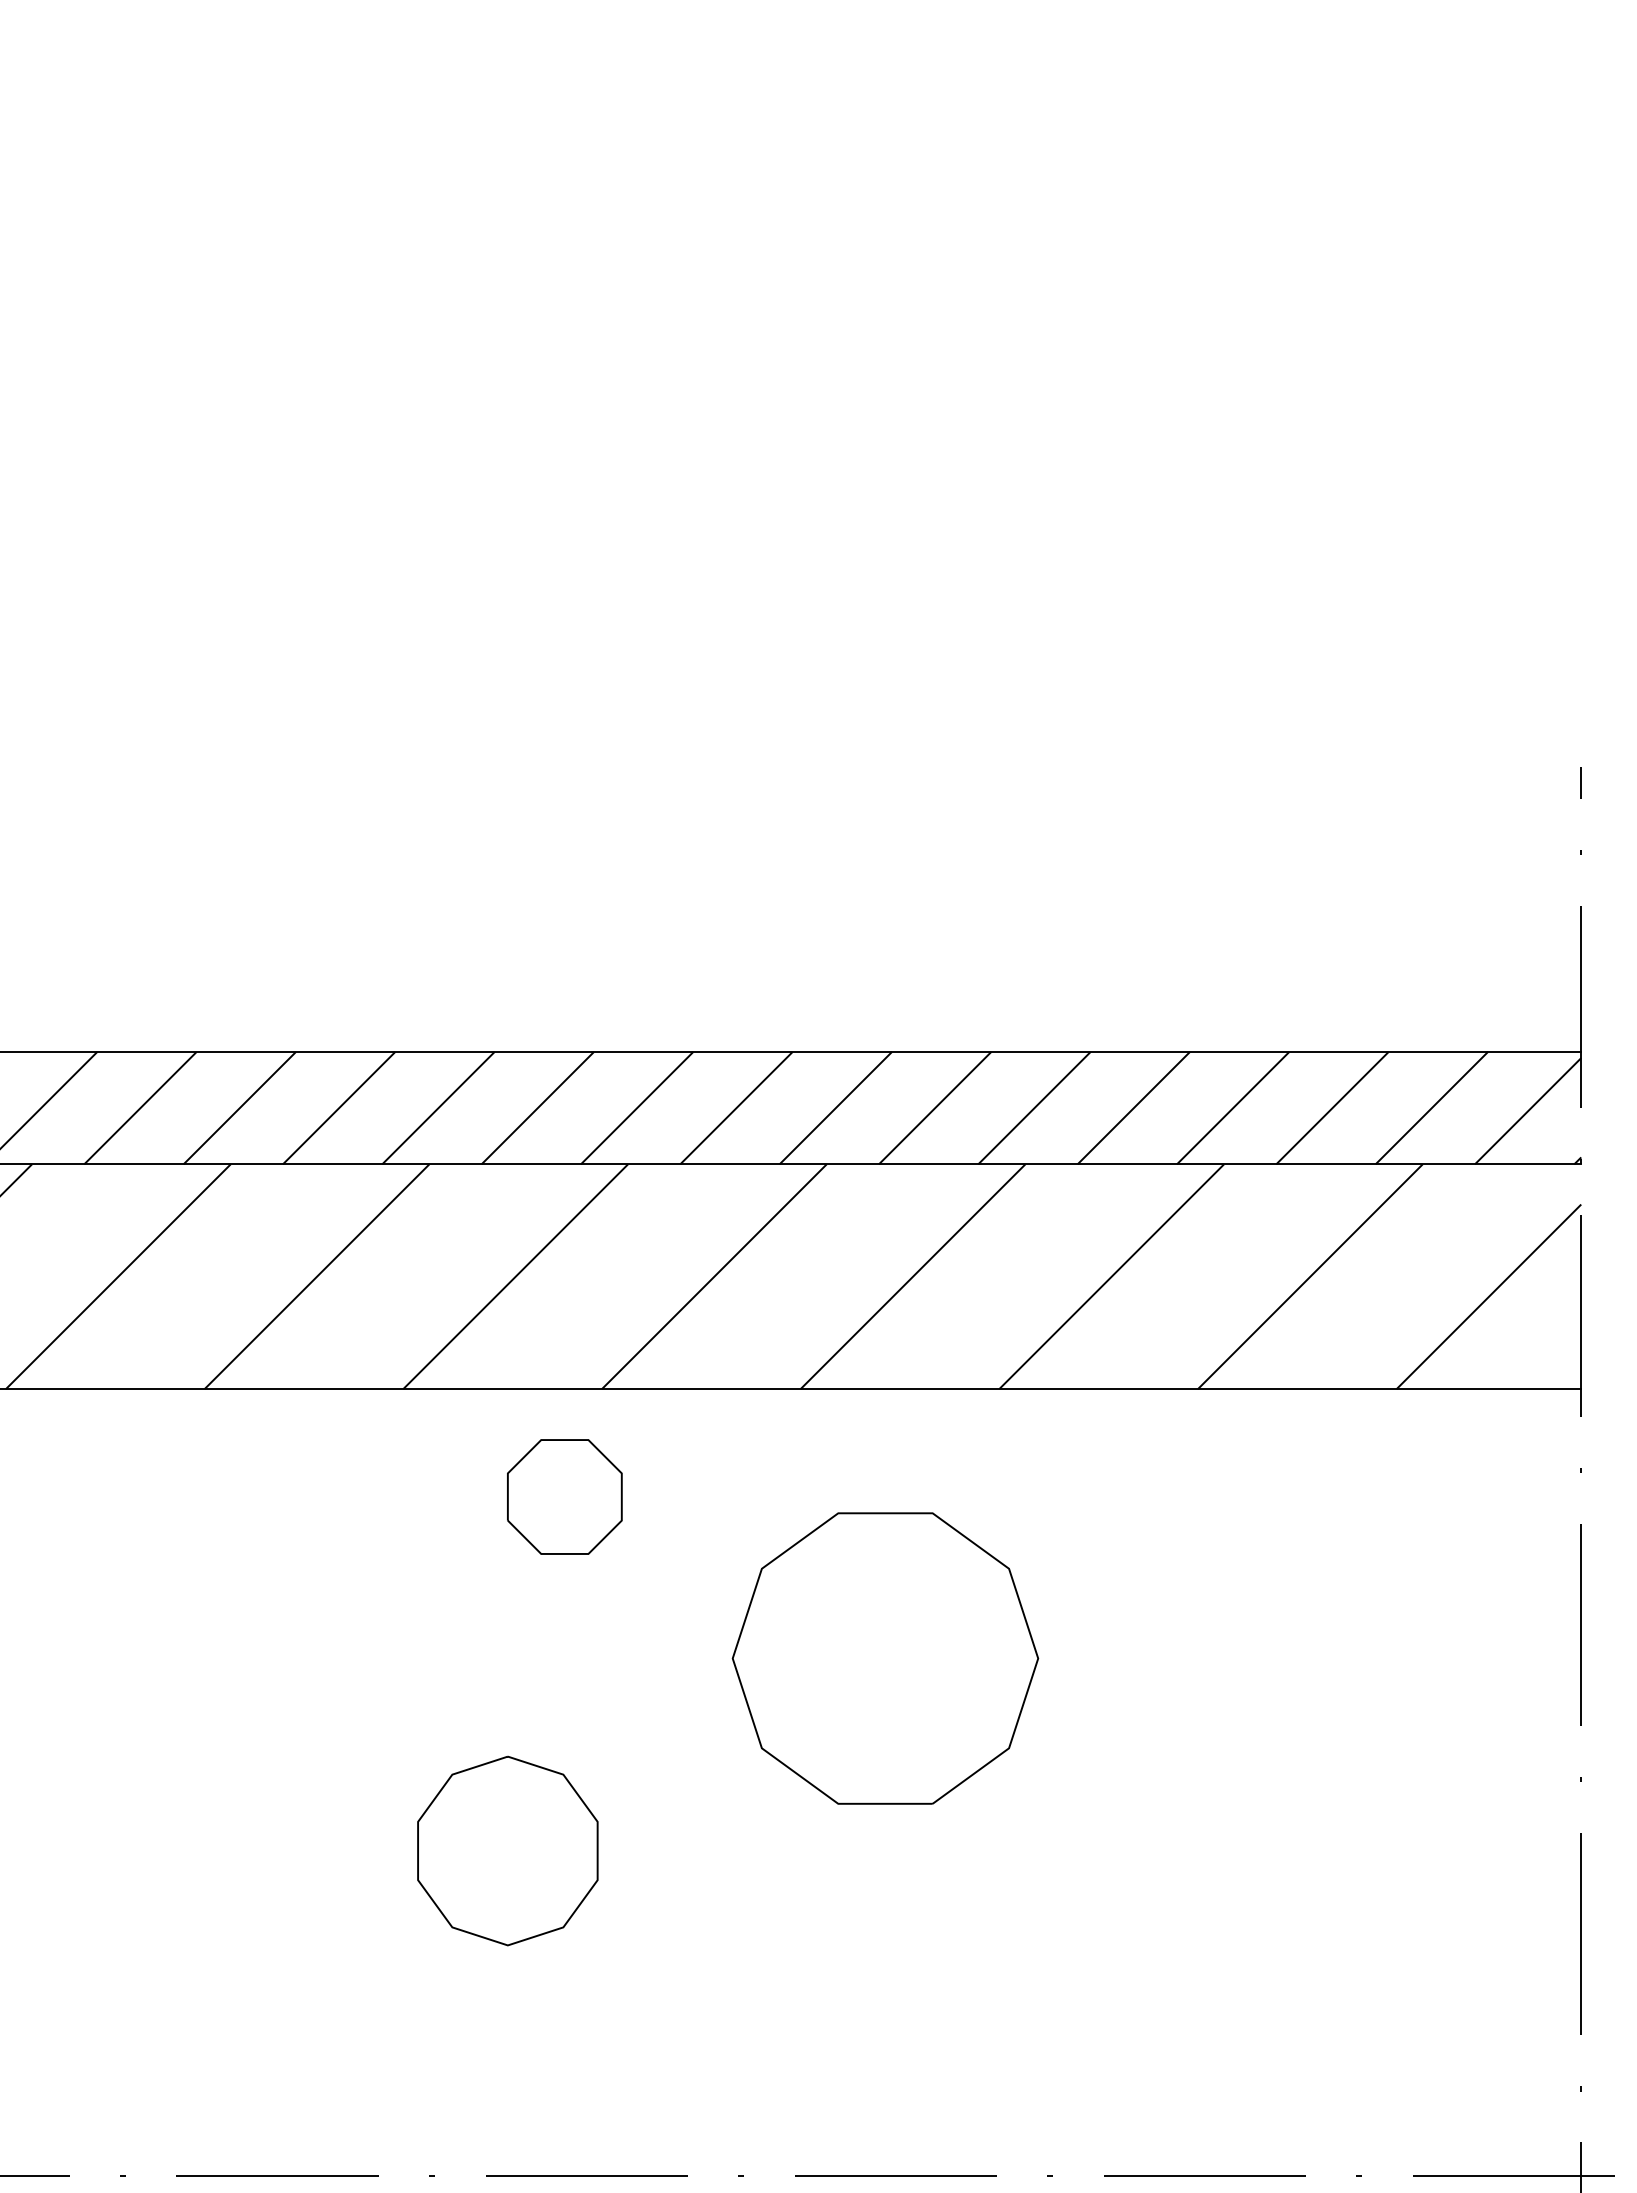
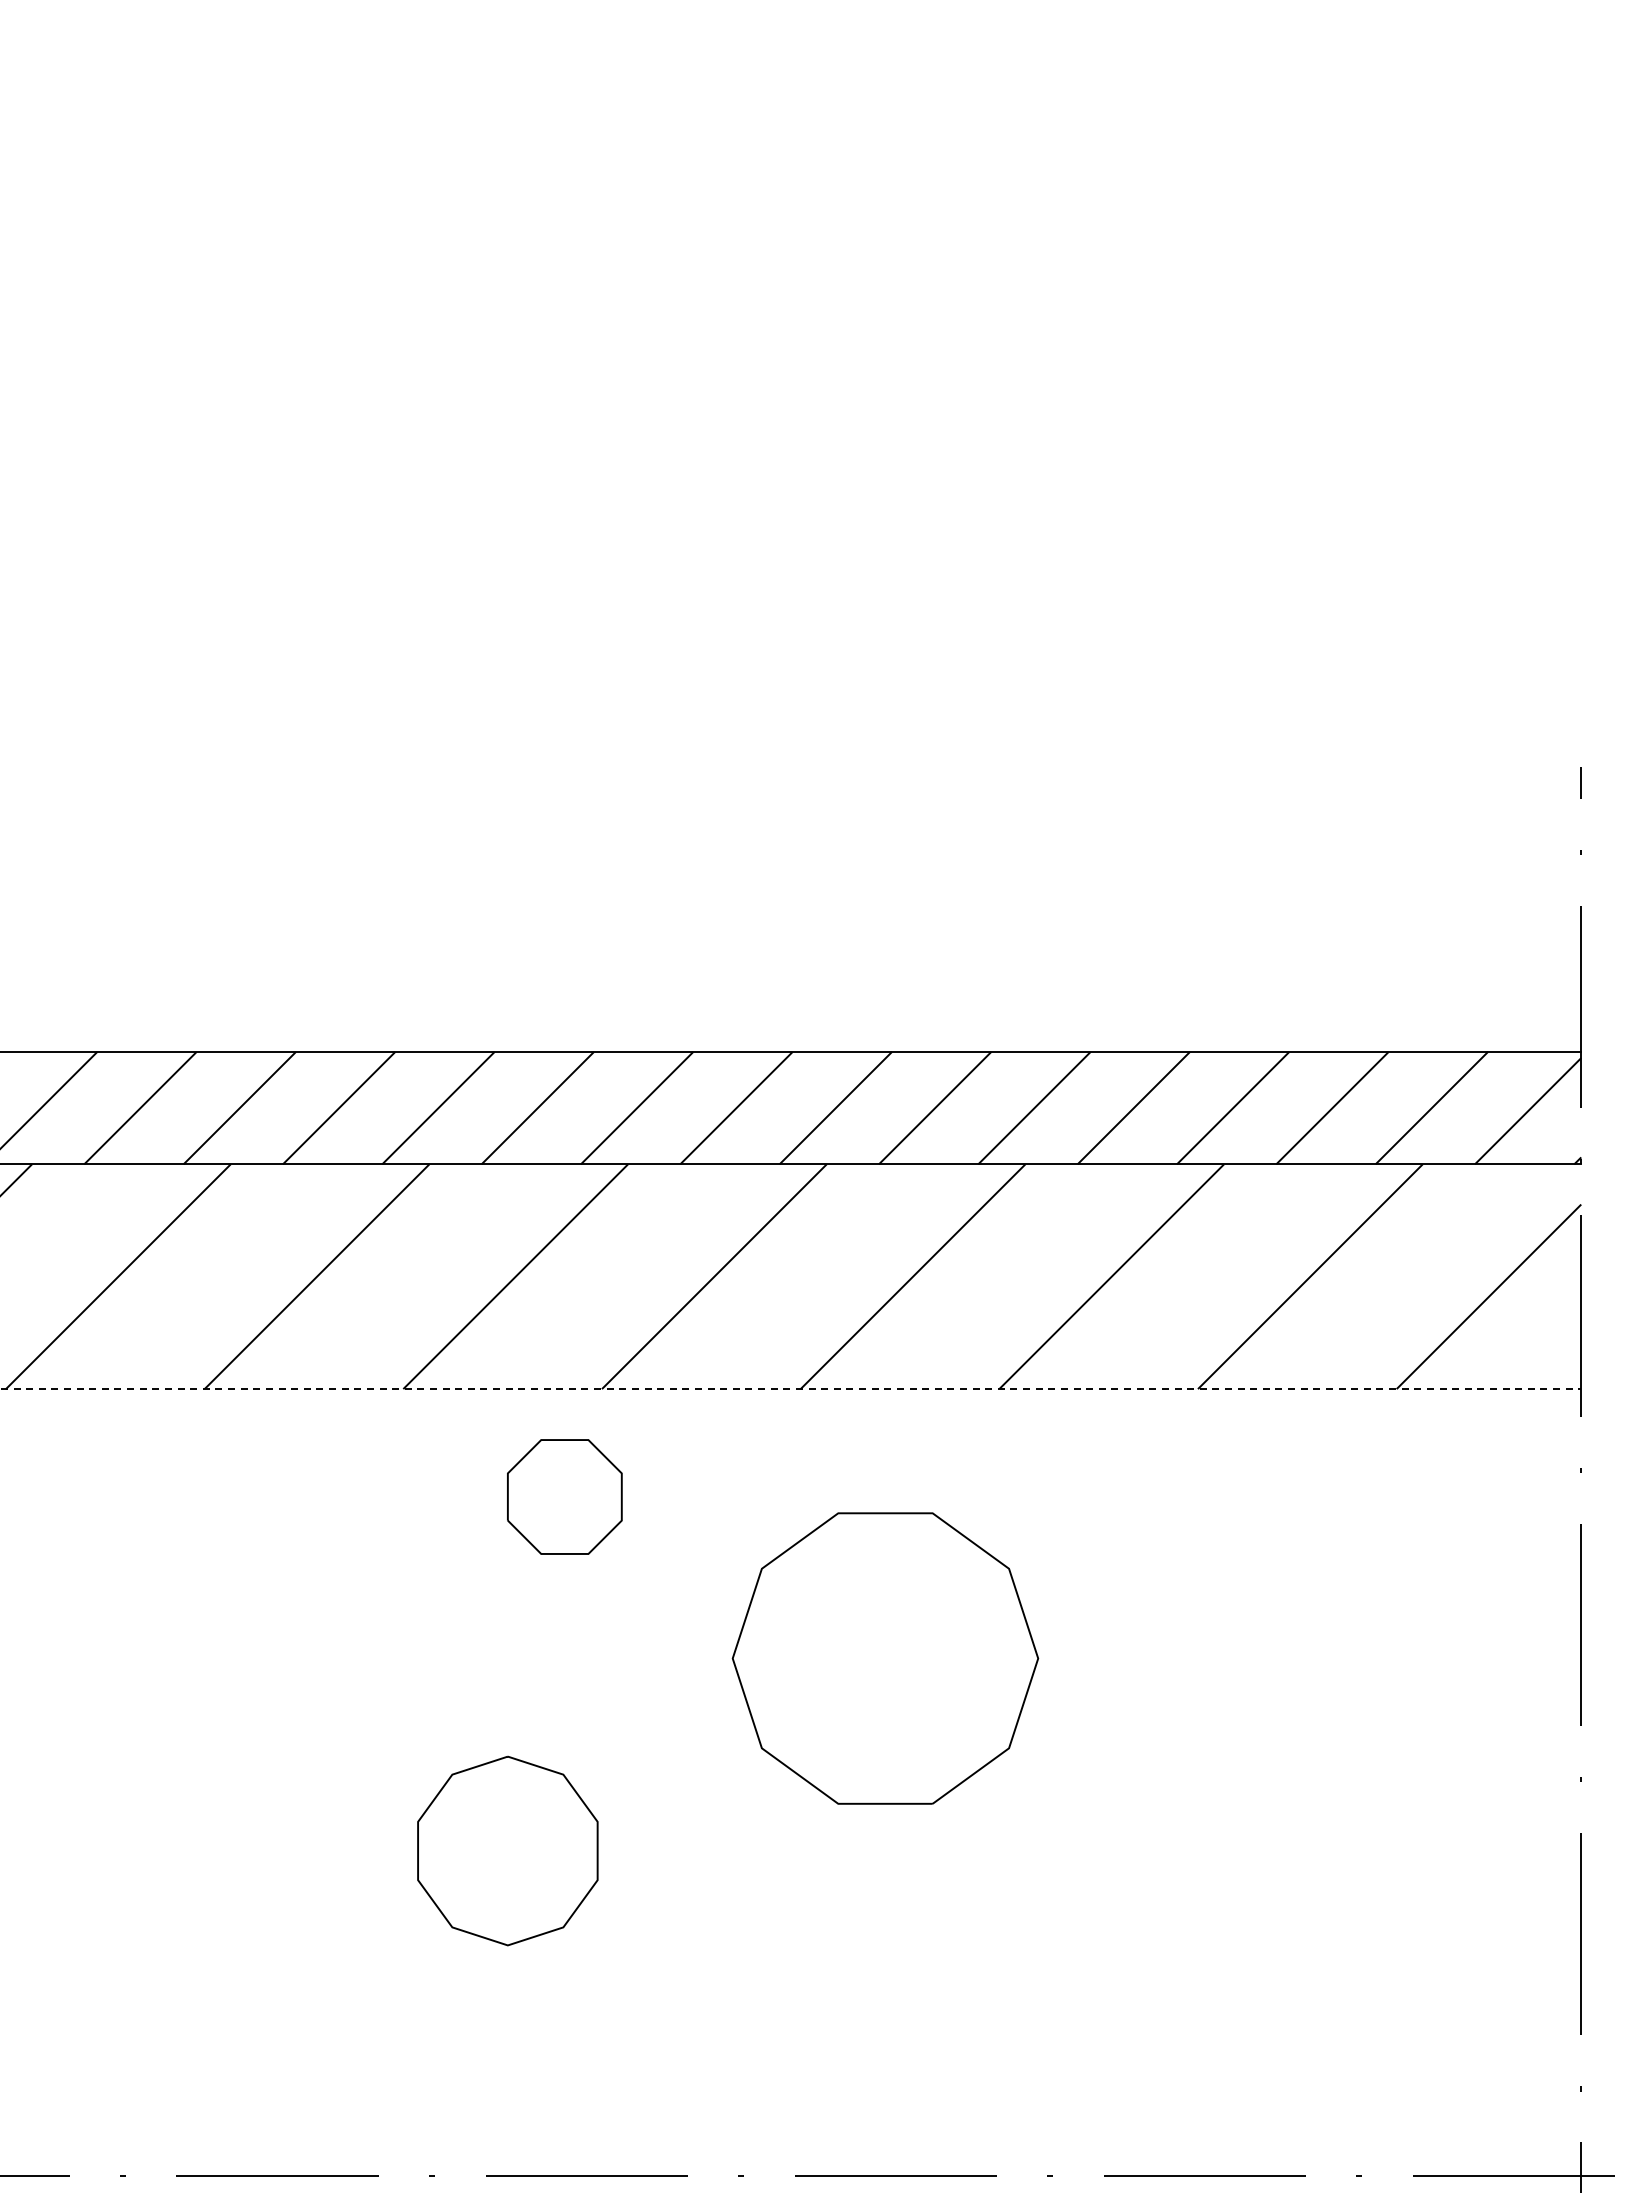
line at (791, 1389): solid -> dashed
